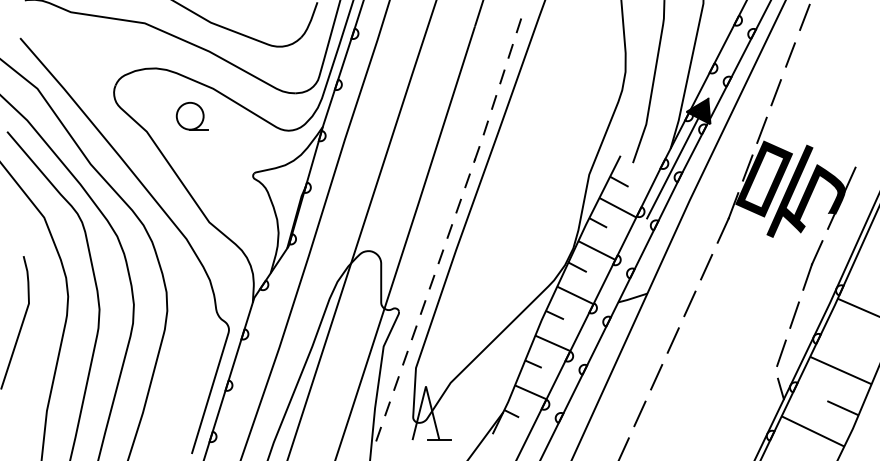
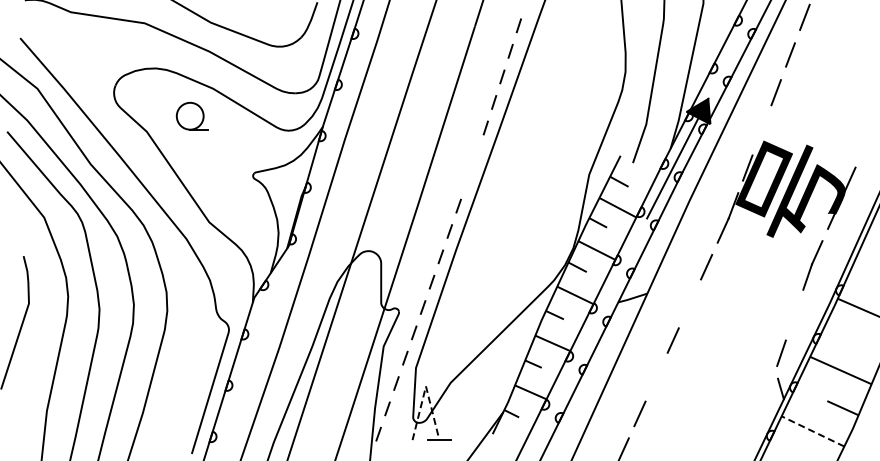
line at (761, 129): present -> none
line at (476, 154): present -> none
line at (467, 180): present -> none
line at (689, 303): present -> none
line at (794, 314): present -> none
line at (656, 377): present -> none
line at (425, 386): solid -> dashed
line at (813, 431): solid -> dashed
